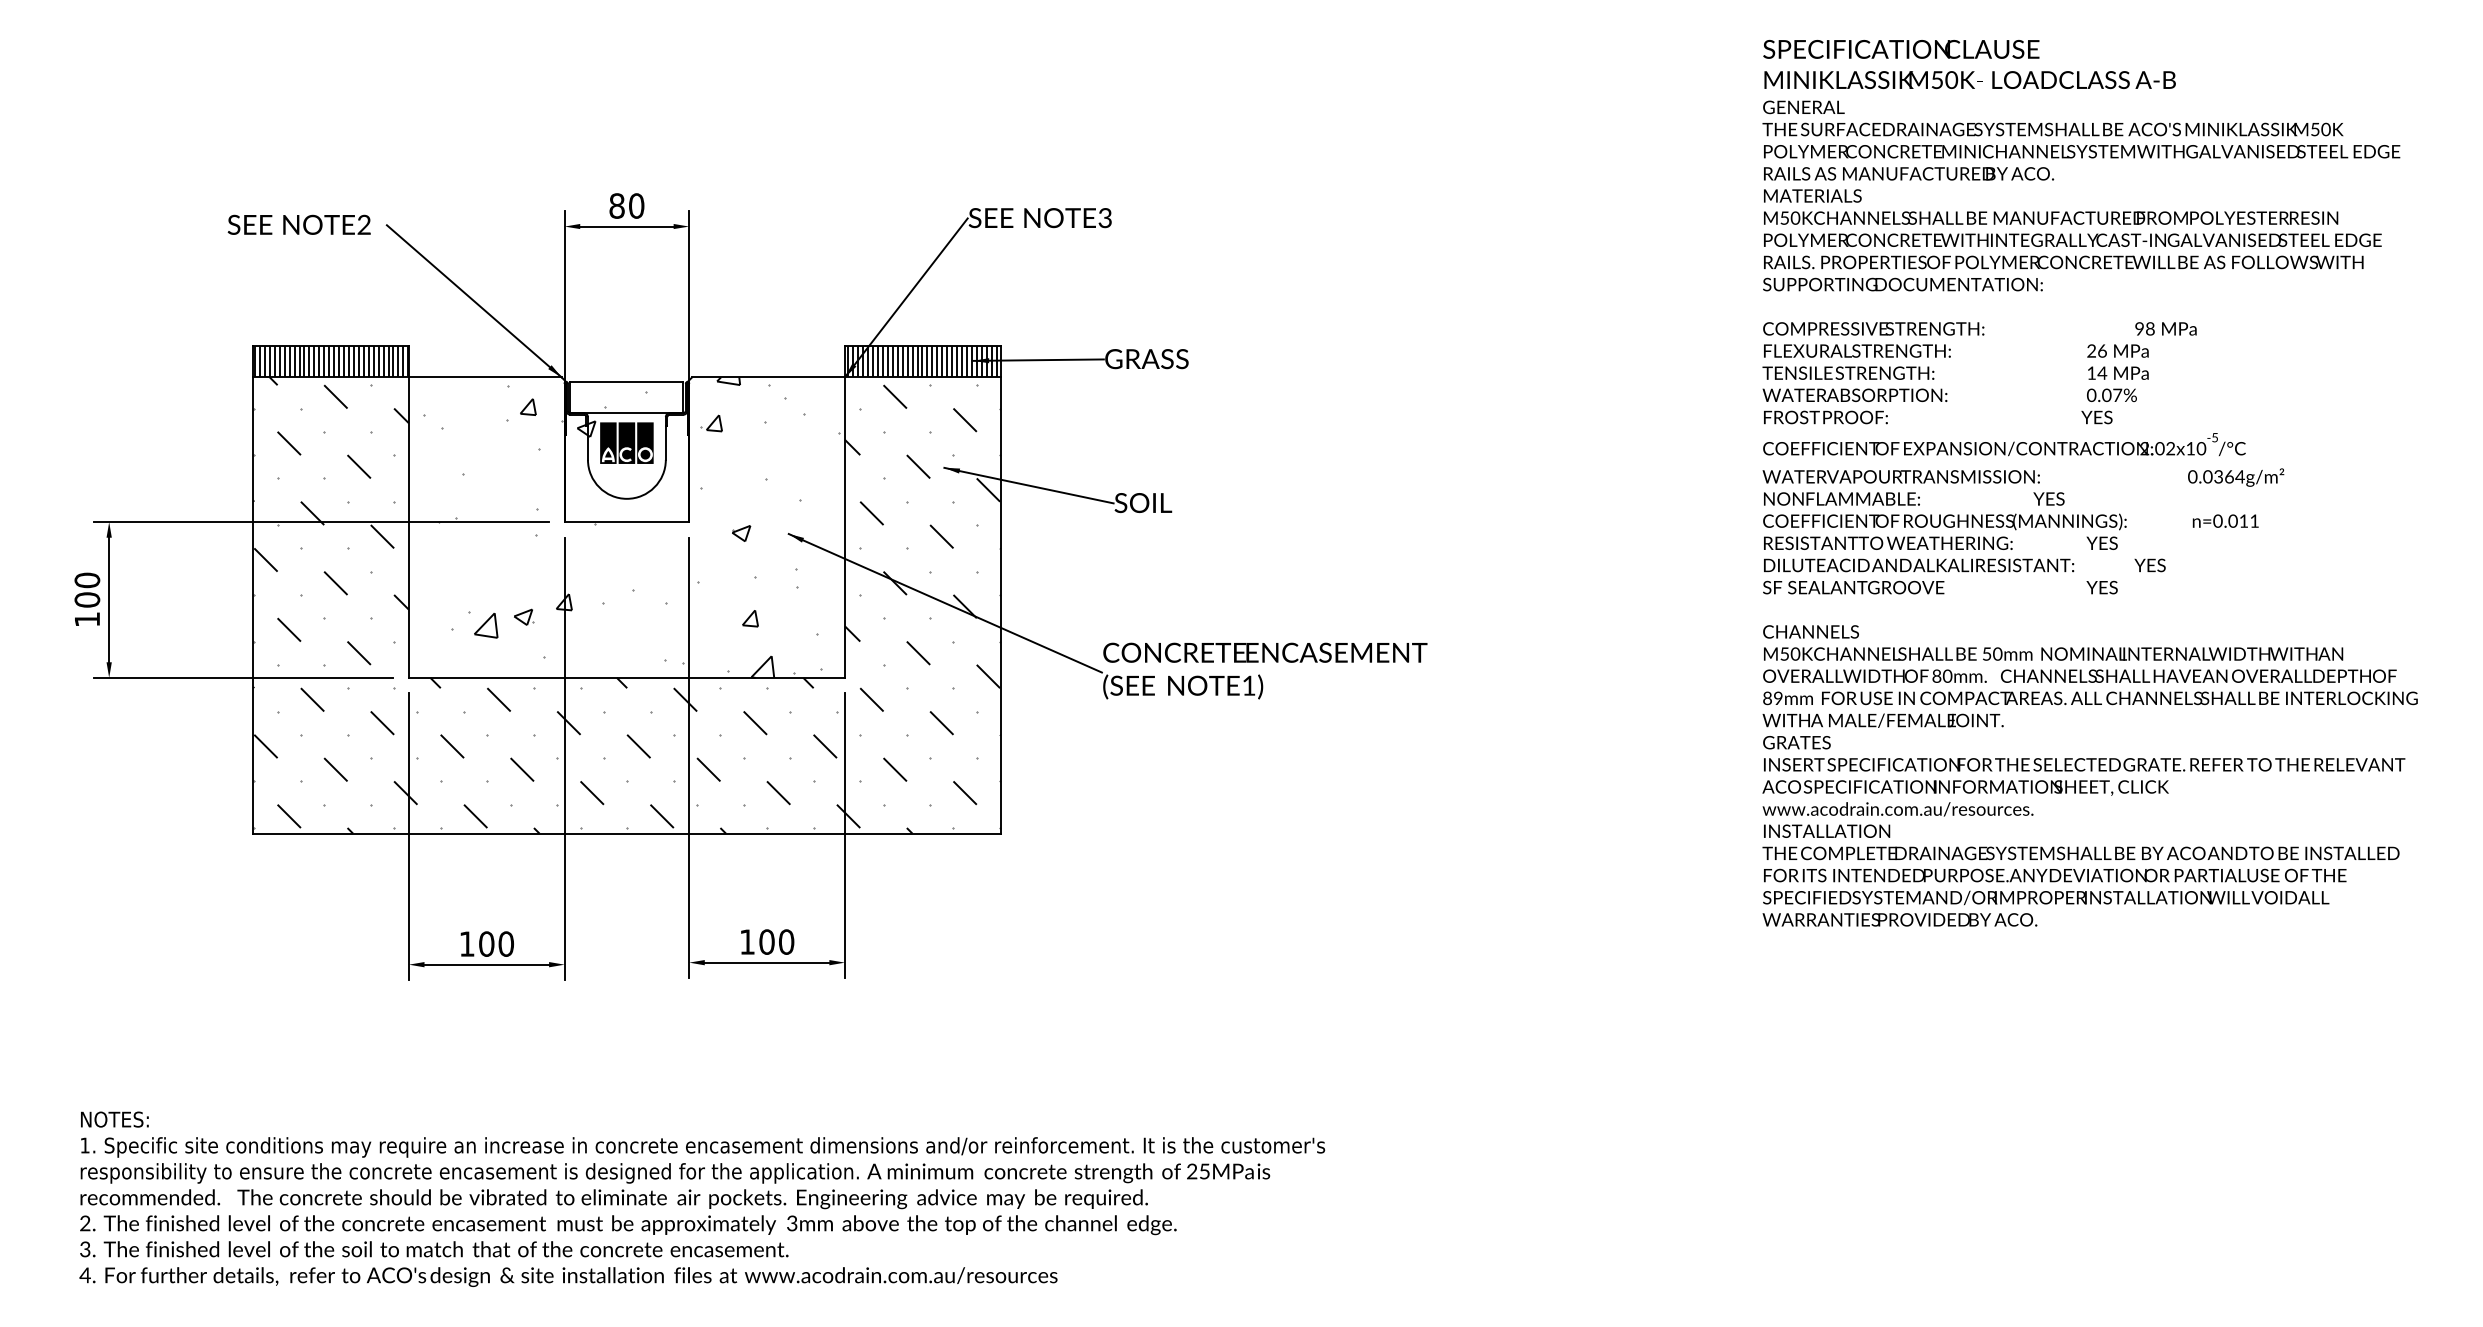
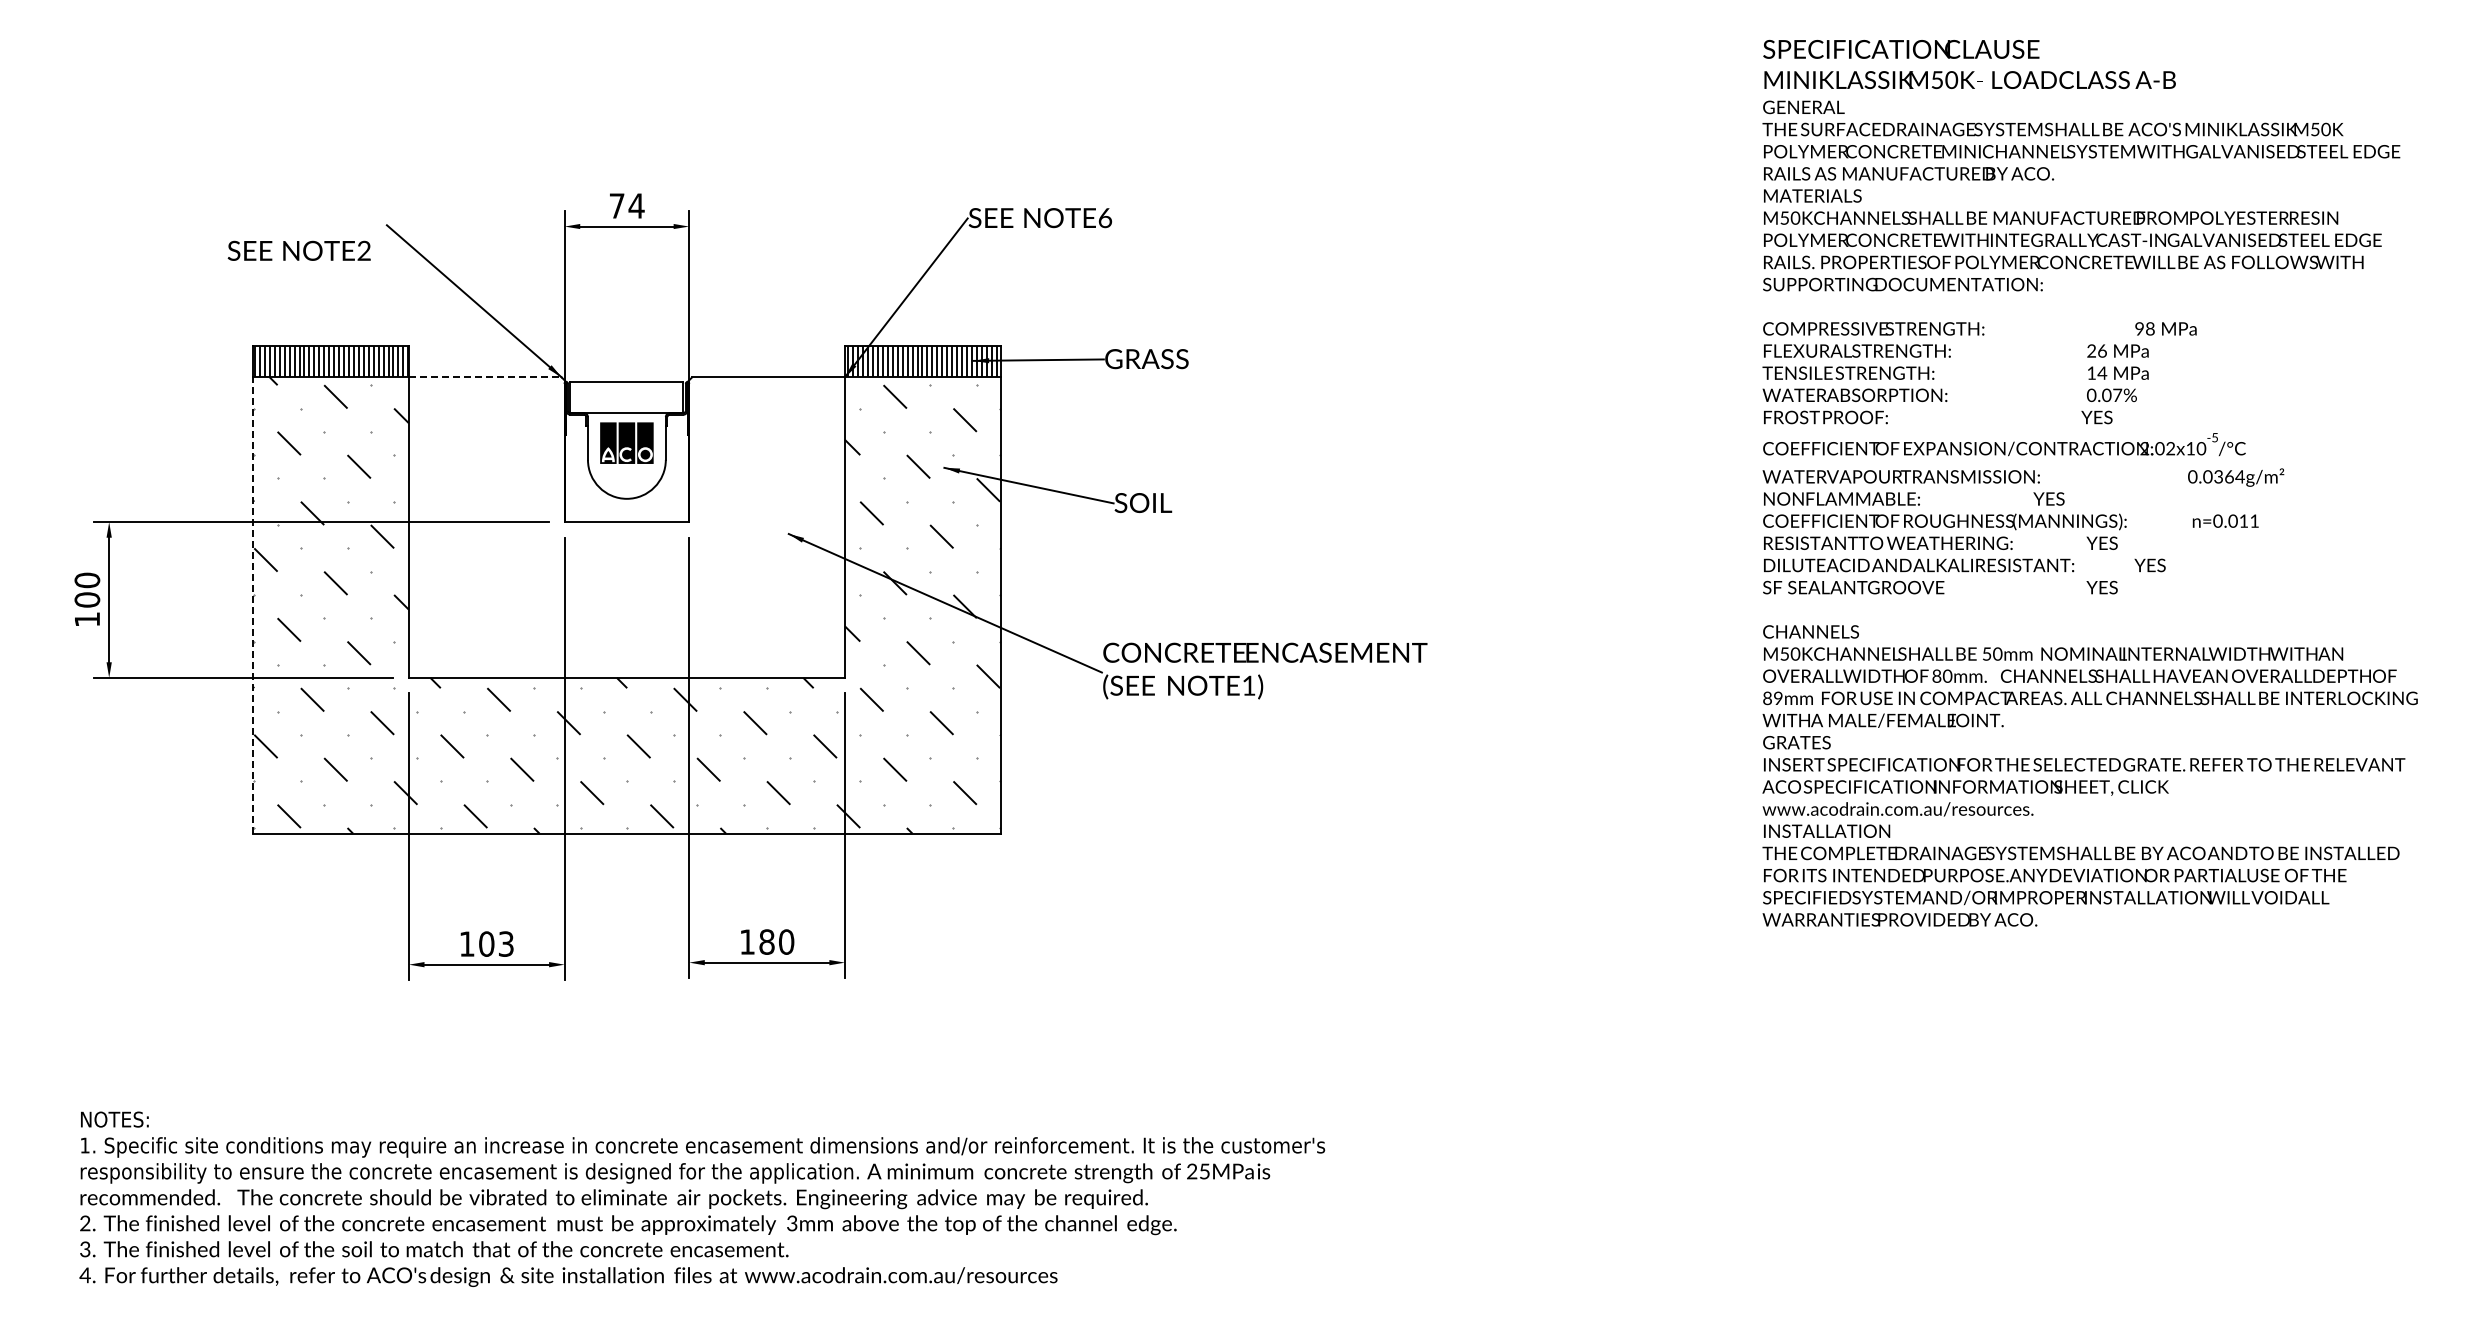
text at (626, 205): 80 -> 74
text at (1105, 217): 3 -> 6
text at (298, 224) position: (298, 224) -> (298, 250)
line at (485, 377): solid -> dashed
hatch at (631, 527): present -> none
line at (253, 605): solid -> dashed
text at (766, 941): 100 -> 180
text at (505, 943): 100 -> 103
